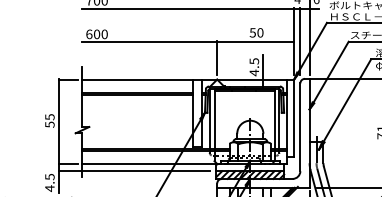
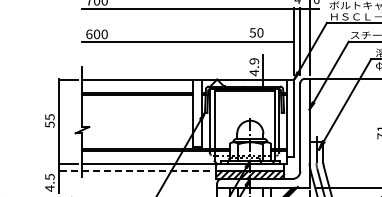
line at (217, 57): present -> none
text at (253, 61): 4.5 -> 4.9
line at (134, 171): solid -> dashed
